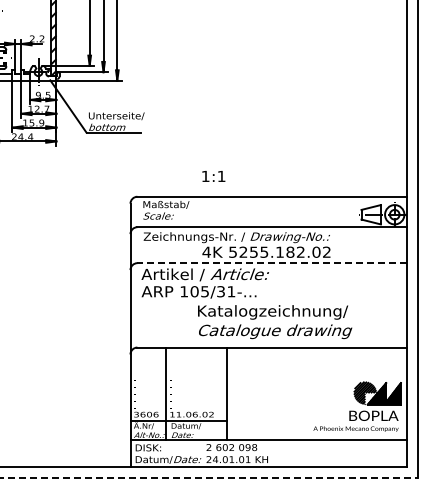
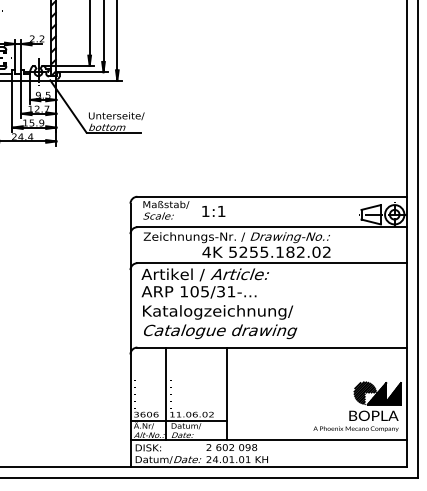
text at (213, 176) position: (213, 176) -> (213, 211)
line at (272, 263): dashed -> solid
text at (275, 322) position: (275, 322) -> (220, 322)
line at (209, 477): dashed -> solid
